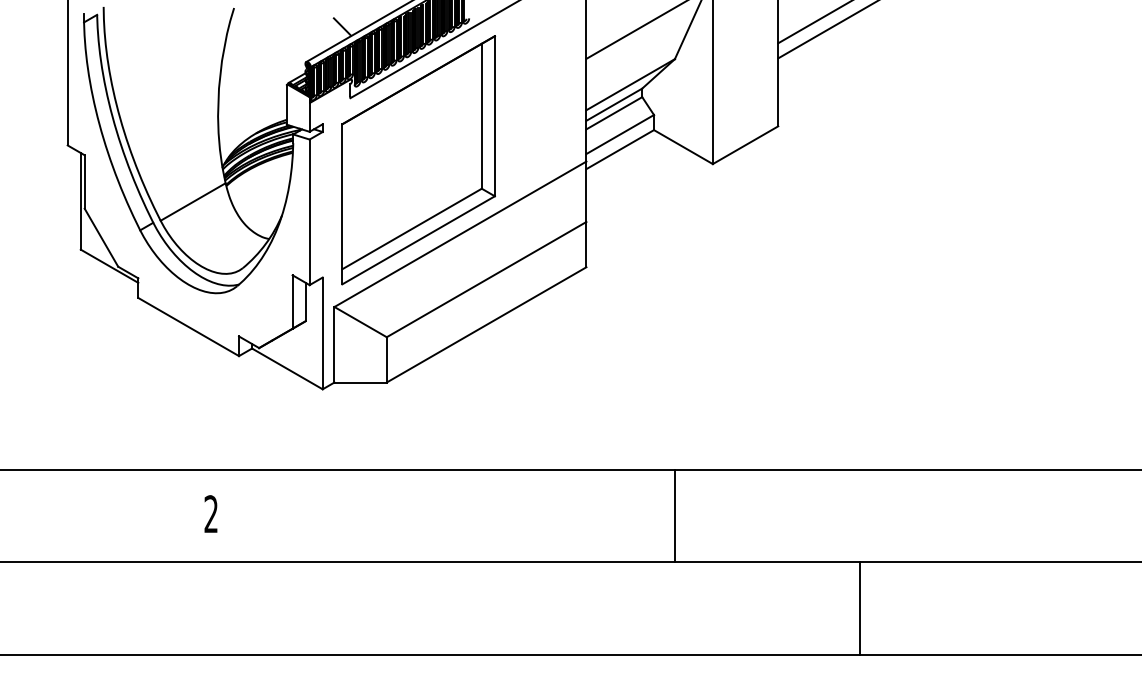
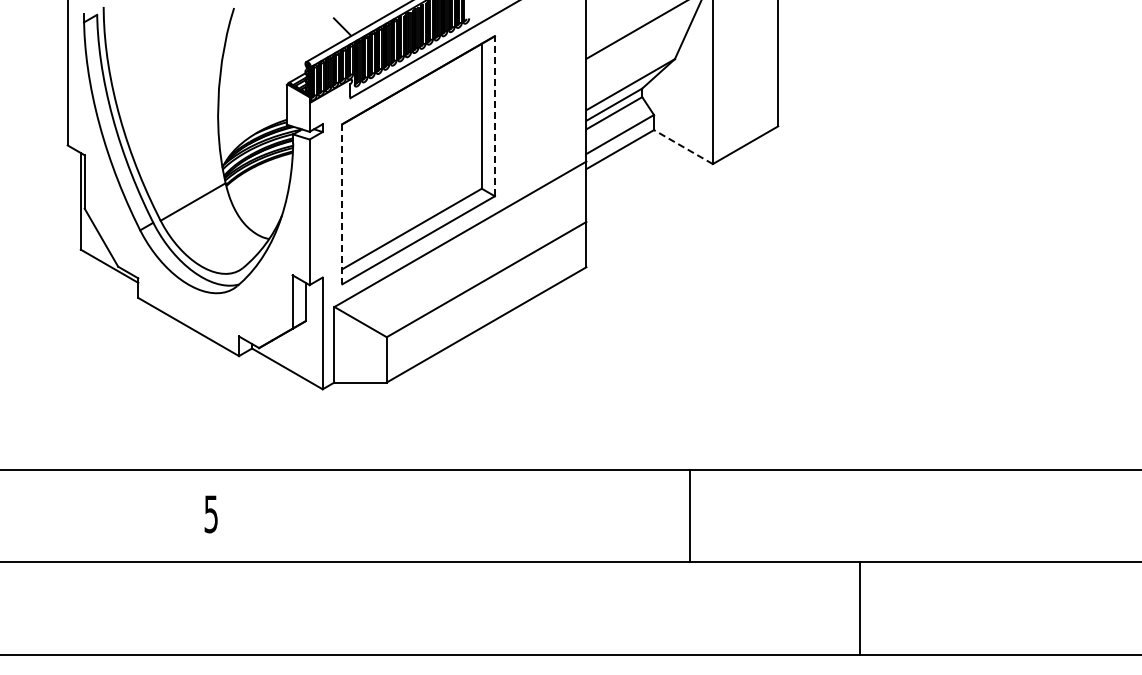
line at (813, 22): present -> none
line at (826, 30): present -> none
line at (494, 115): solid -> dashed
line at (683, 147): solid -> dashed
line at (342, 204): solid -> dashed
text at (210, 514): 2 -> 5
line at (674, 515) position: (674, 515) -> (689, 515)
